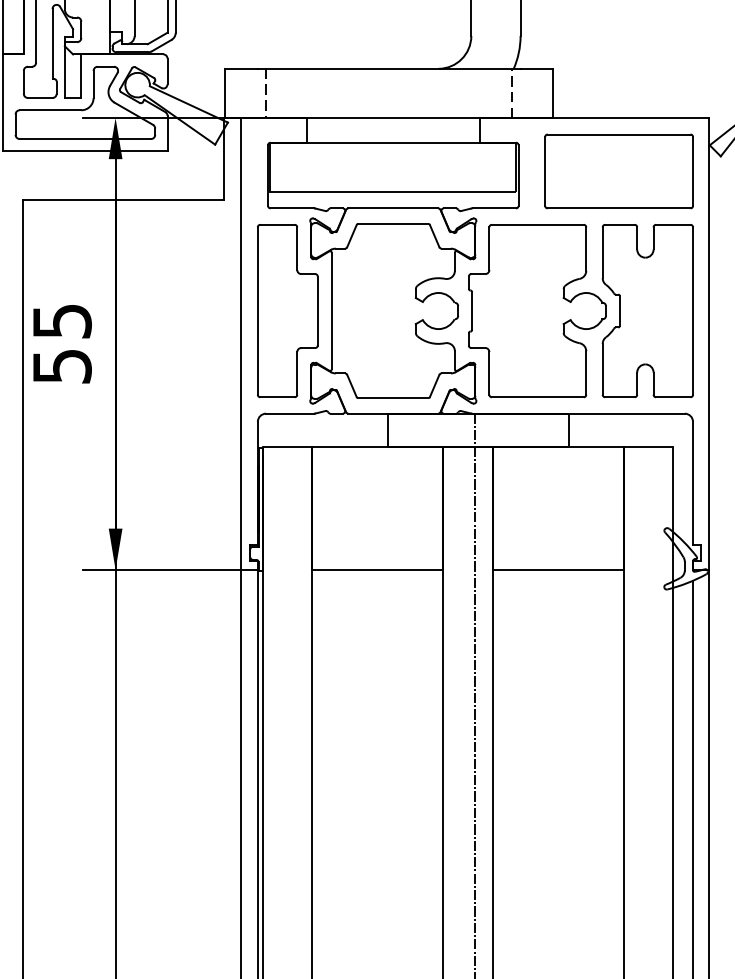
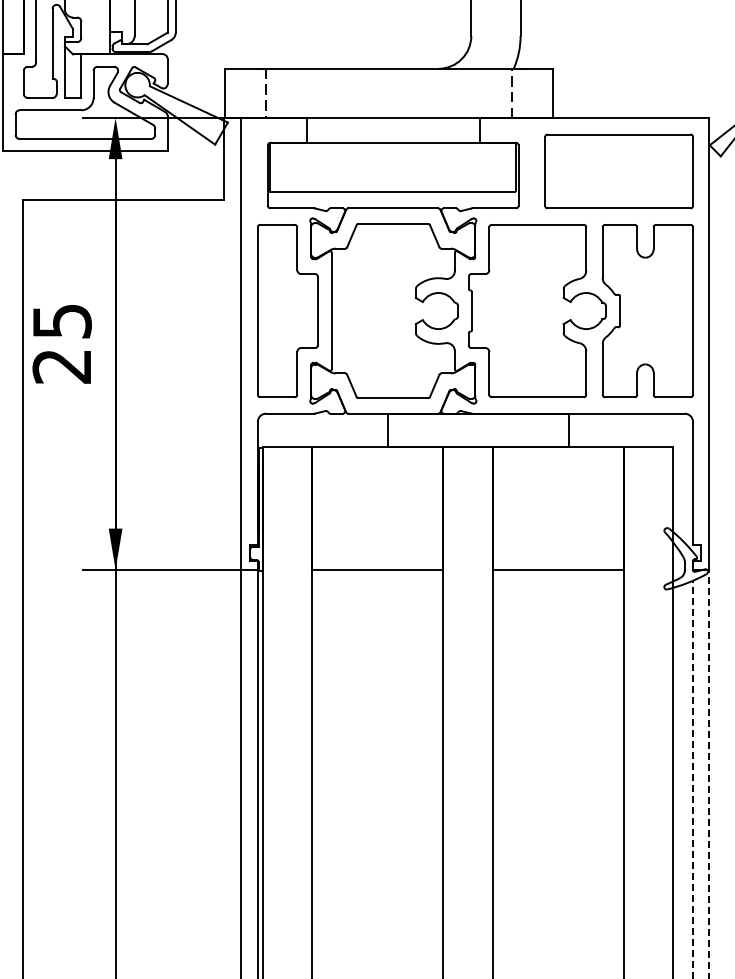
text at (61, 366): 55 -> 25
line at (475, 694): present -> none
line at (709, 773): solid -> dashed
line at (693, 779): solid -> dashed
